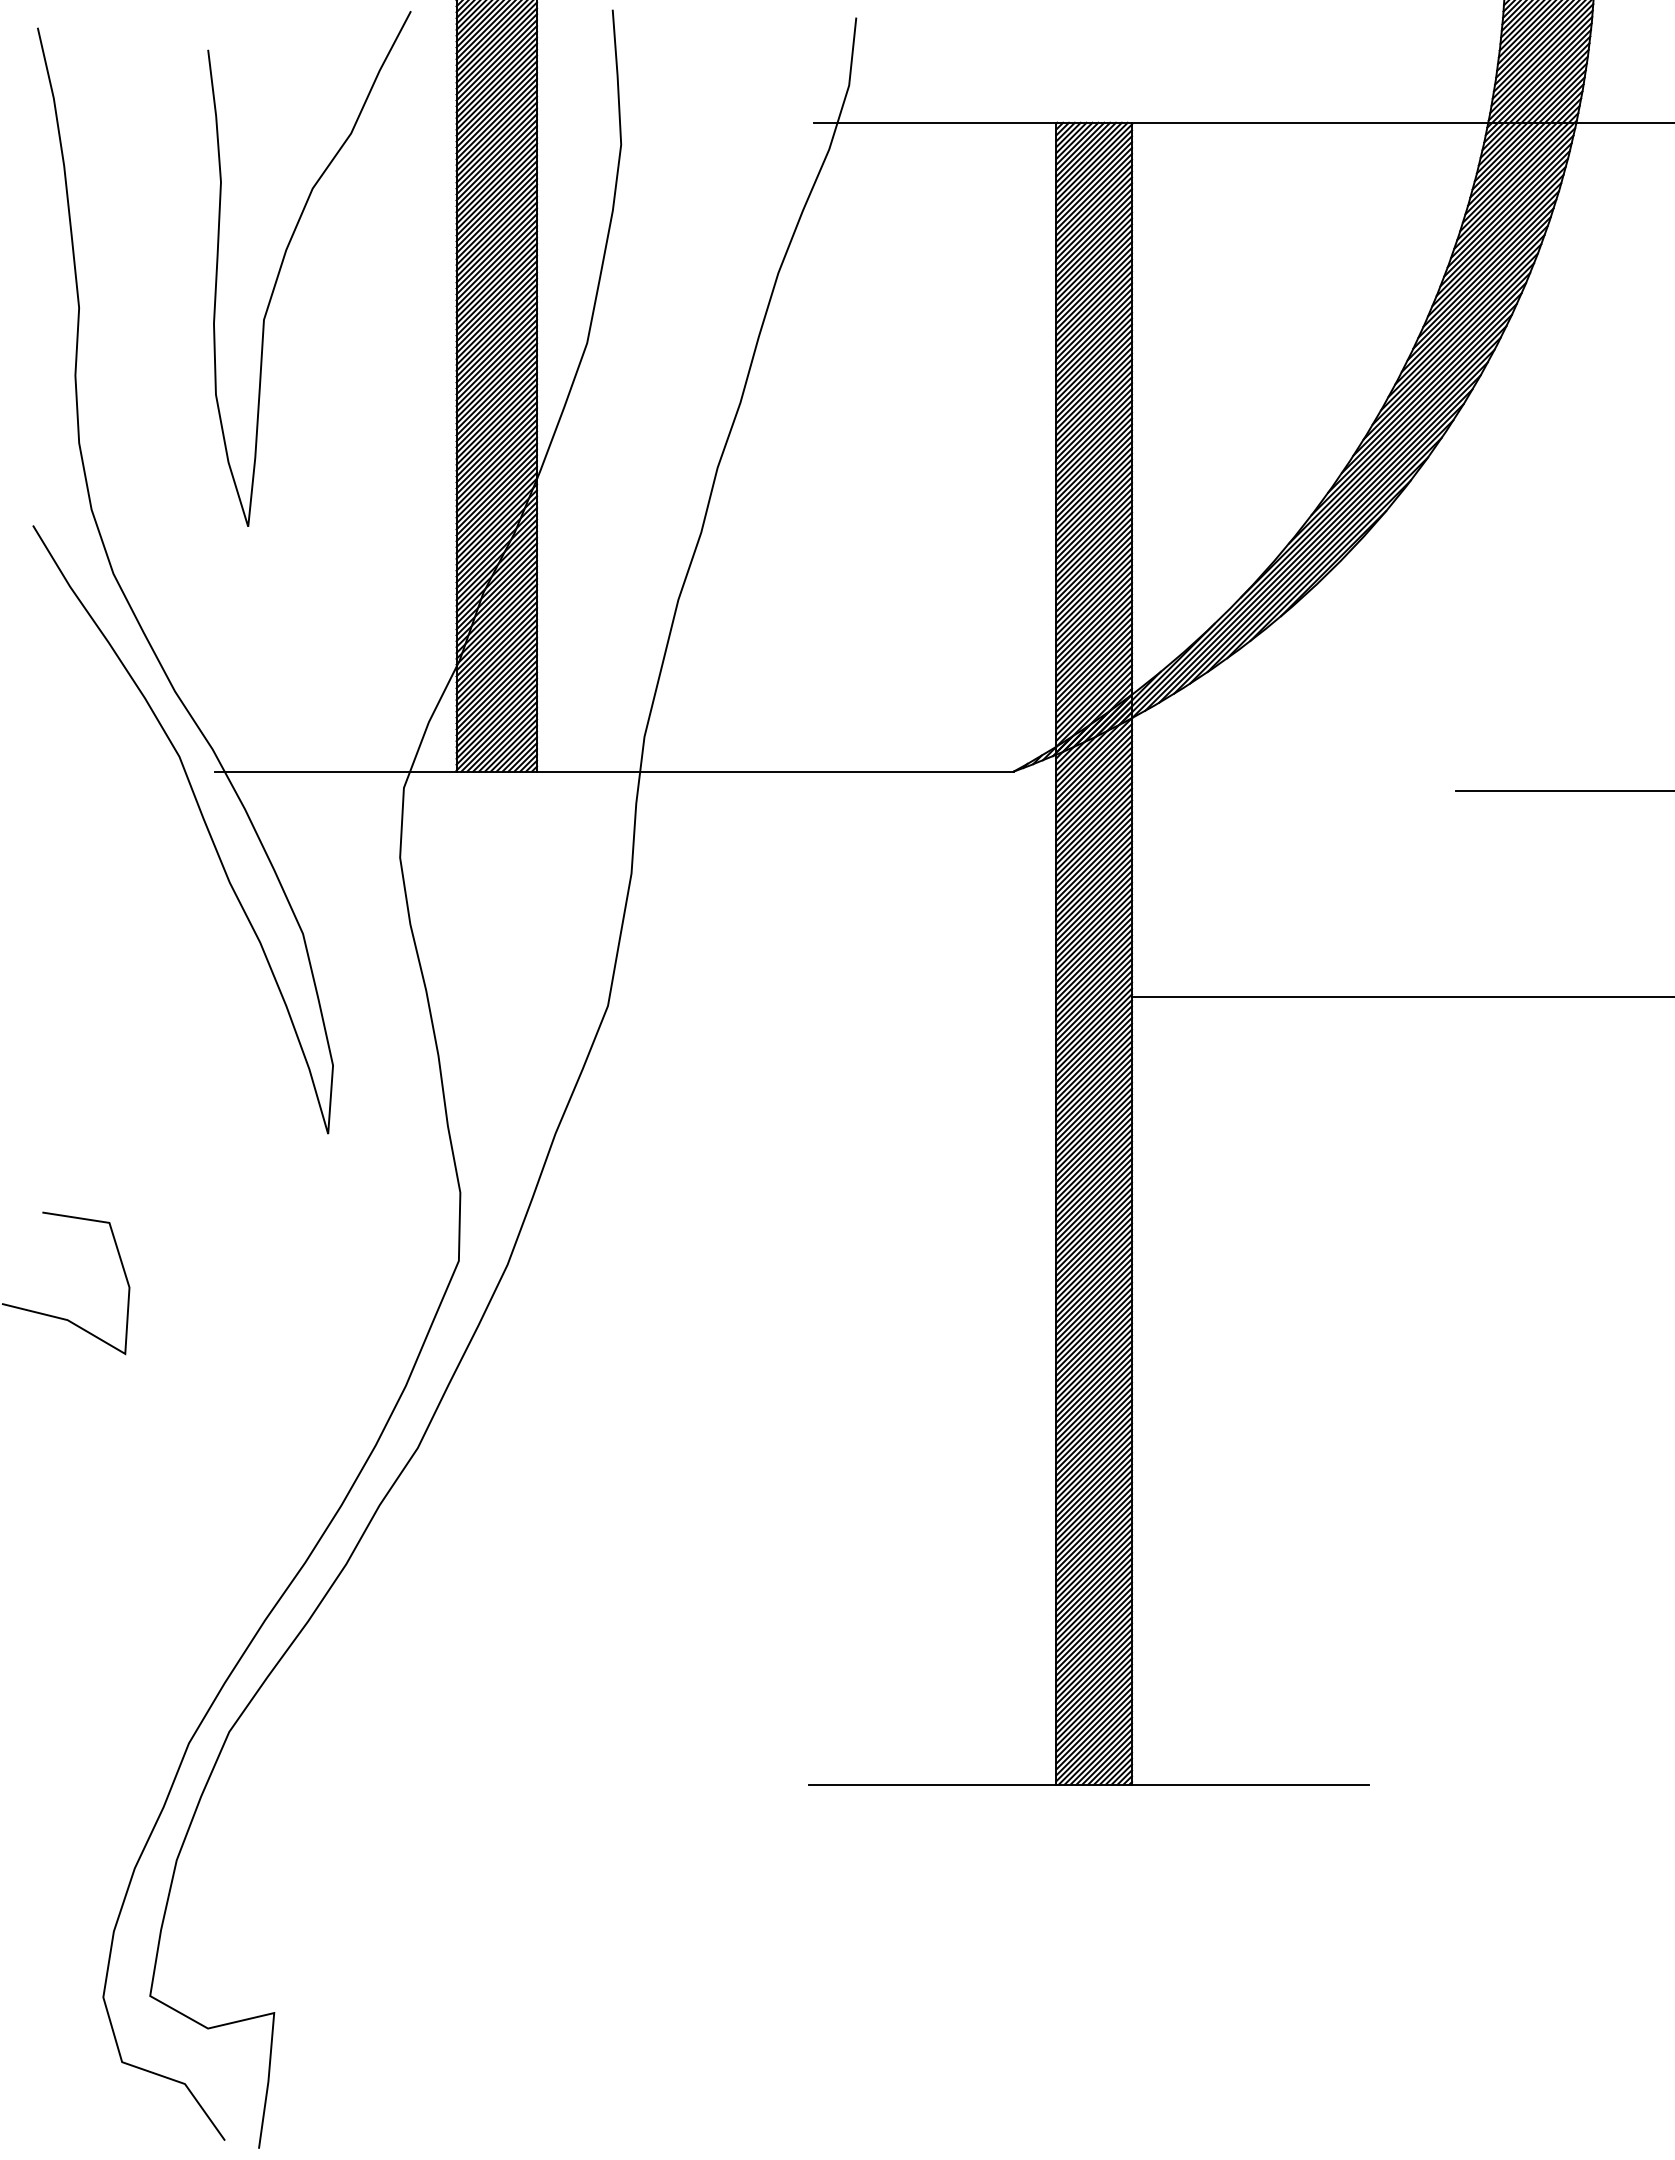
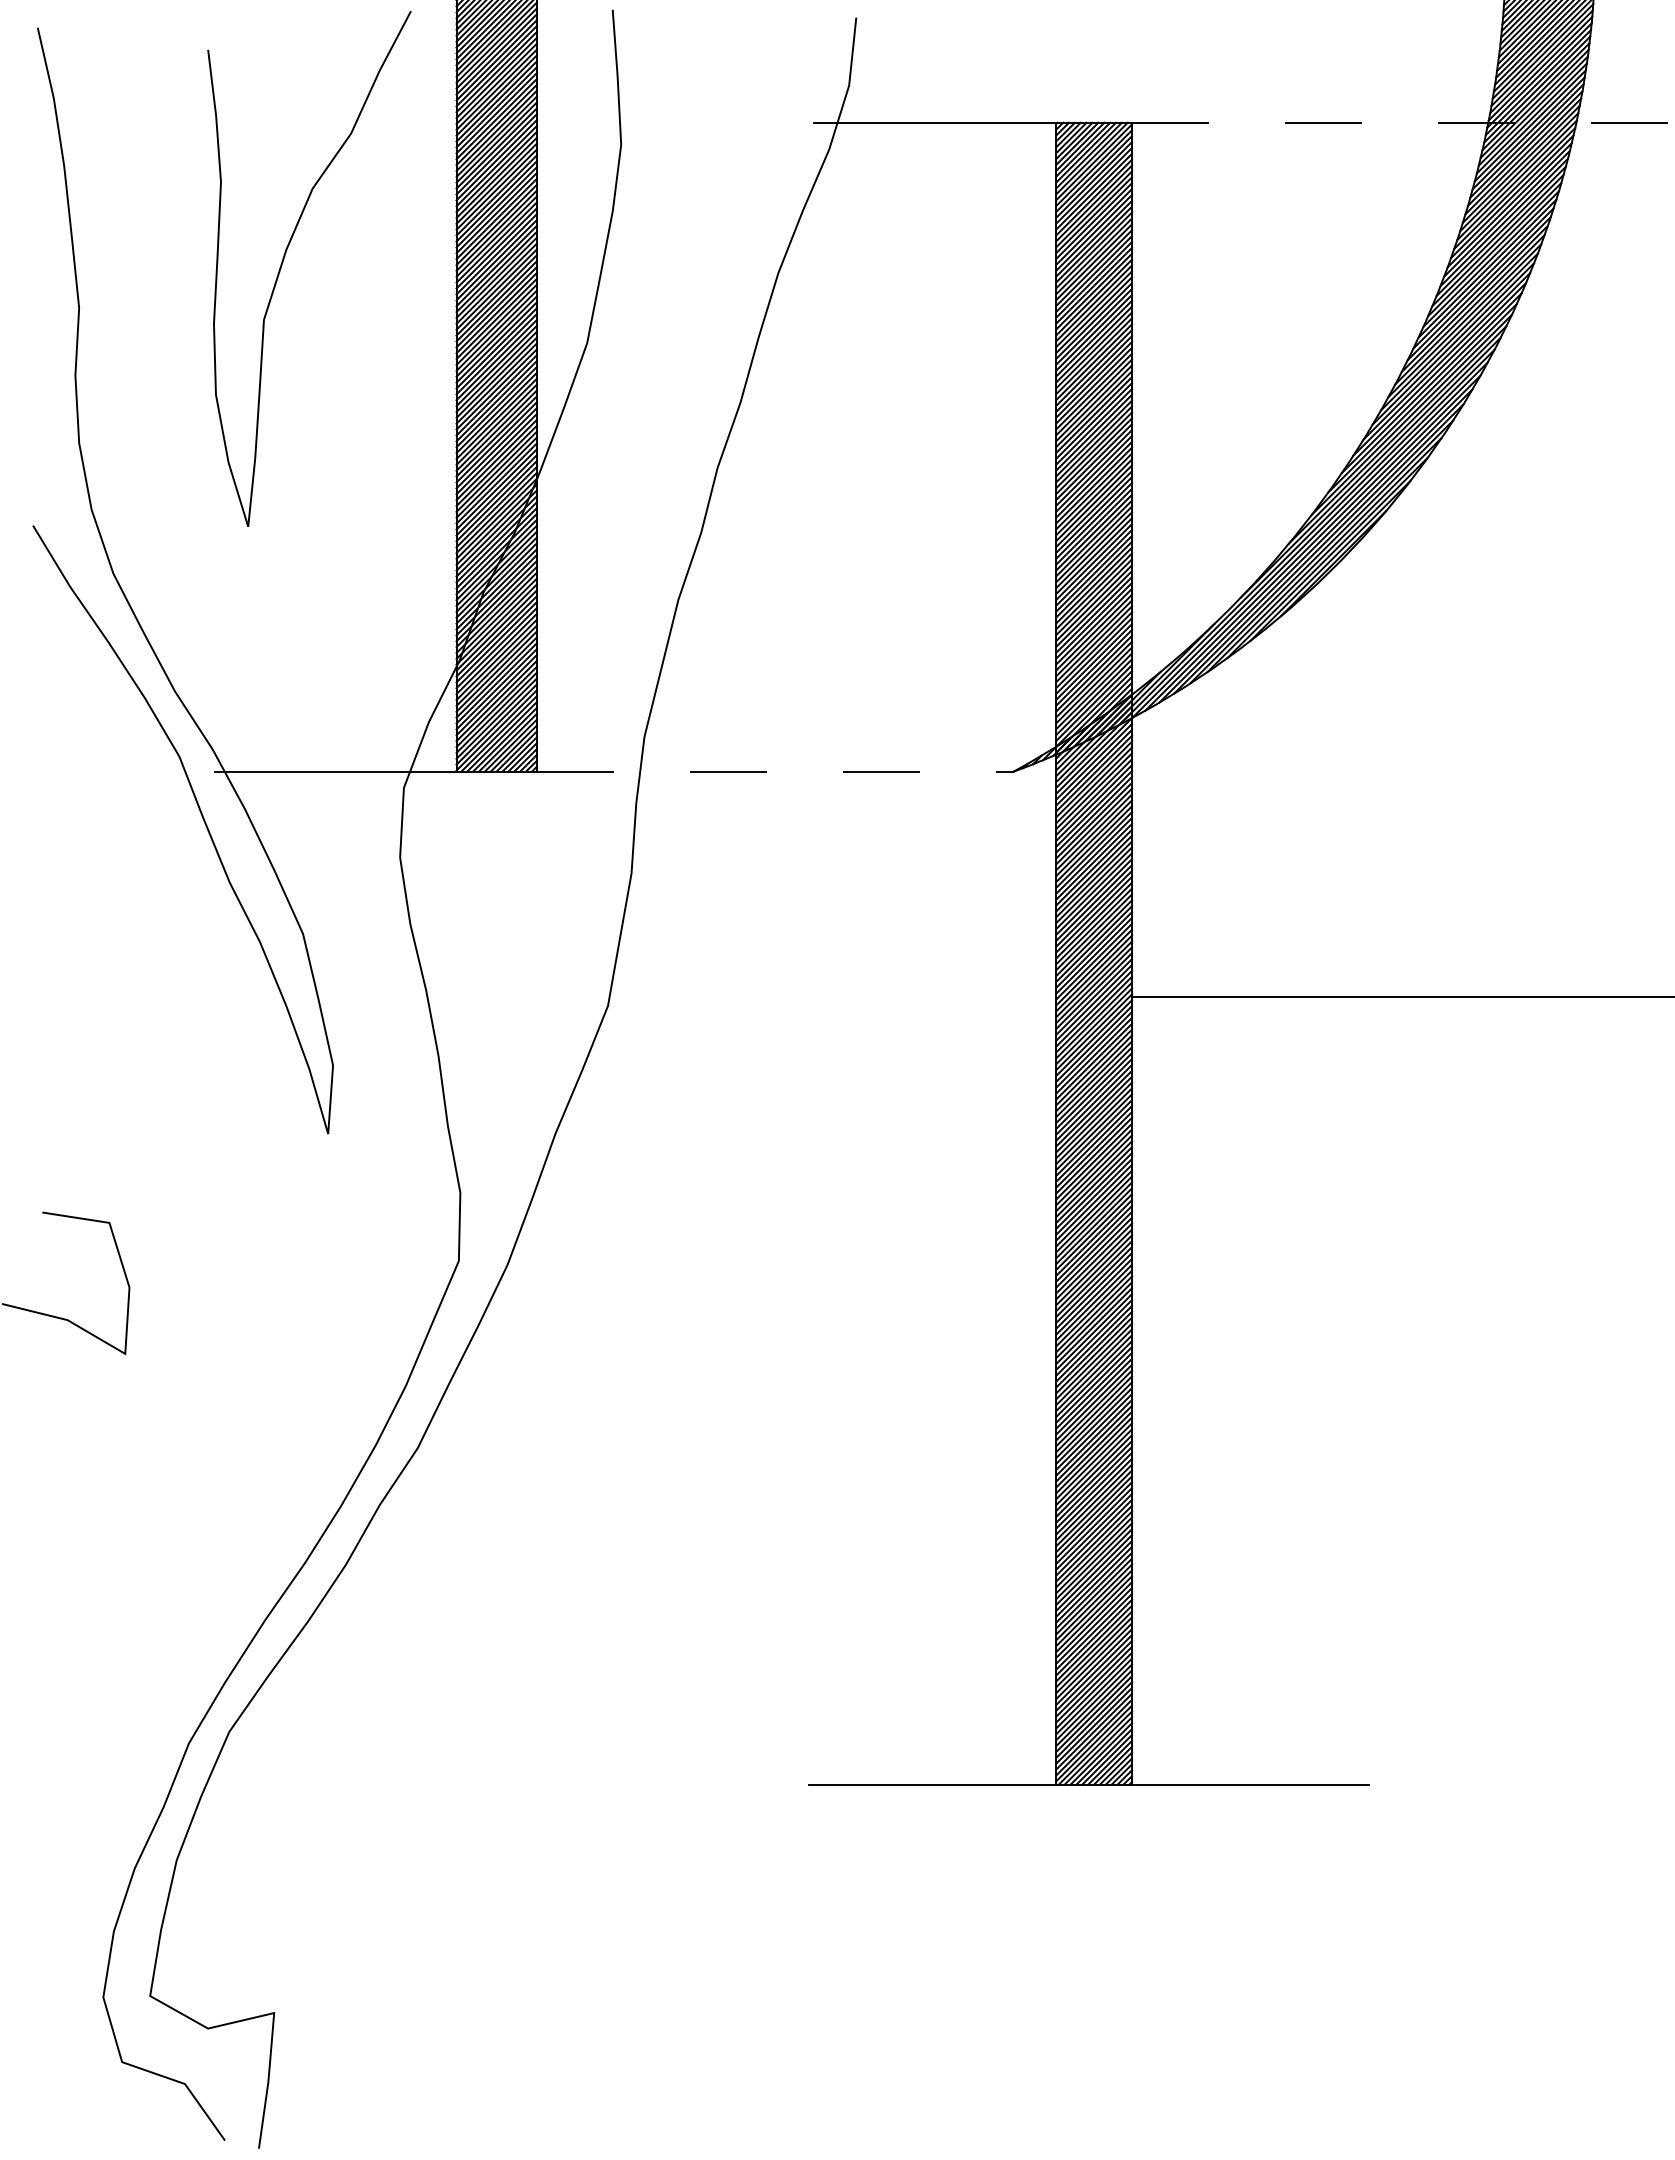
line at (1403, 122): solid -> dashed
line at (775, 771): solid -> dashed
line at (1563, 791): present -> none
